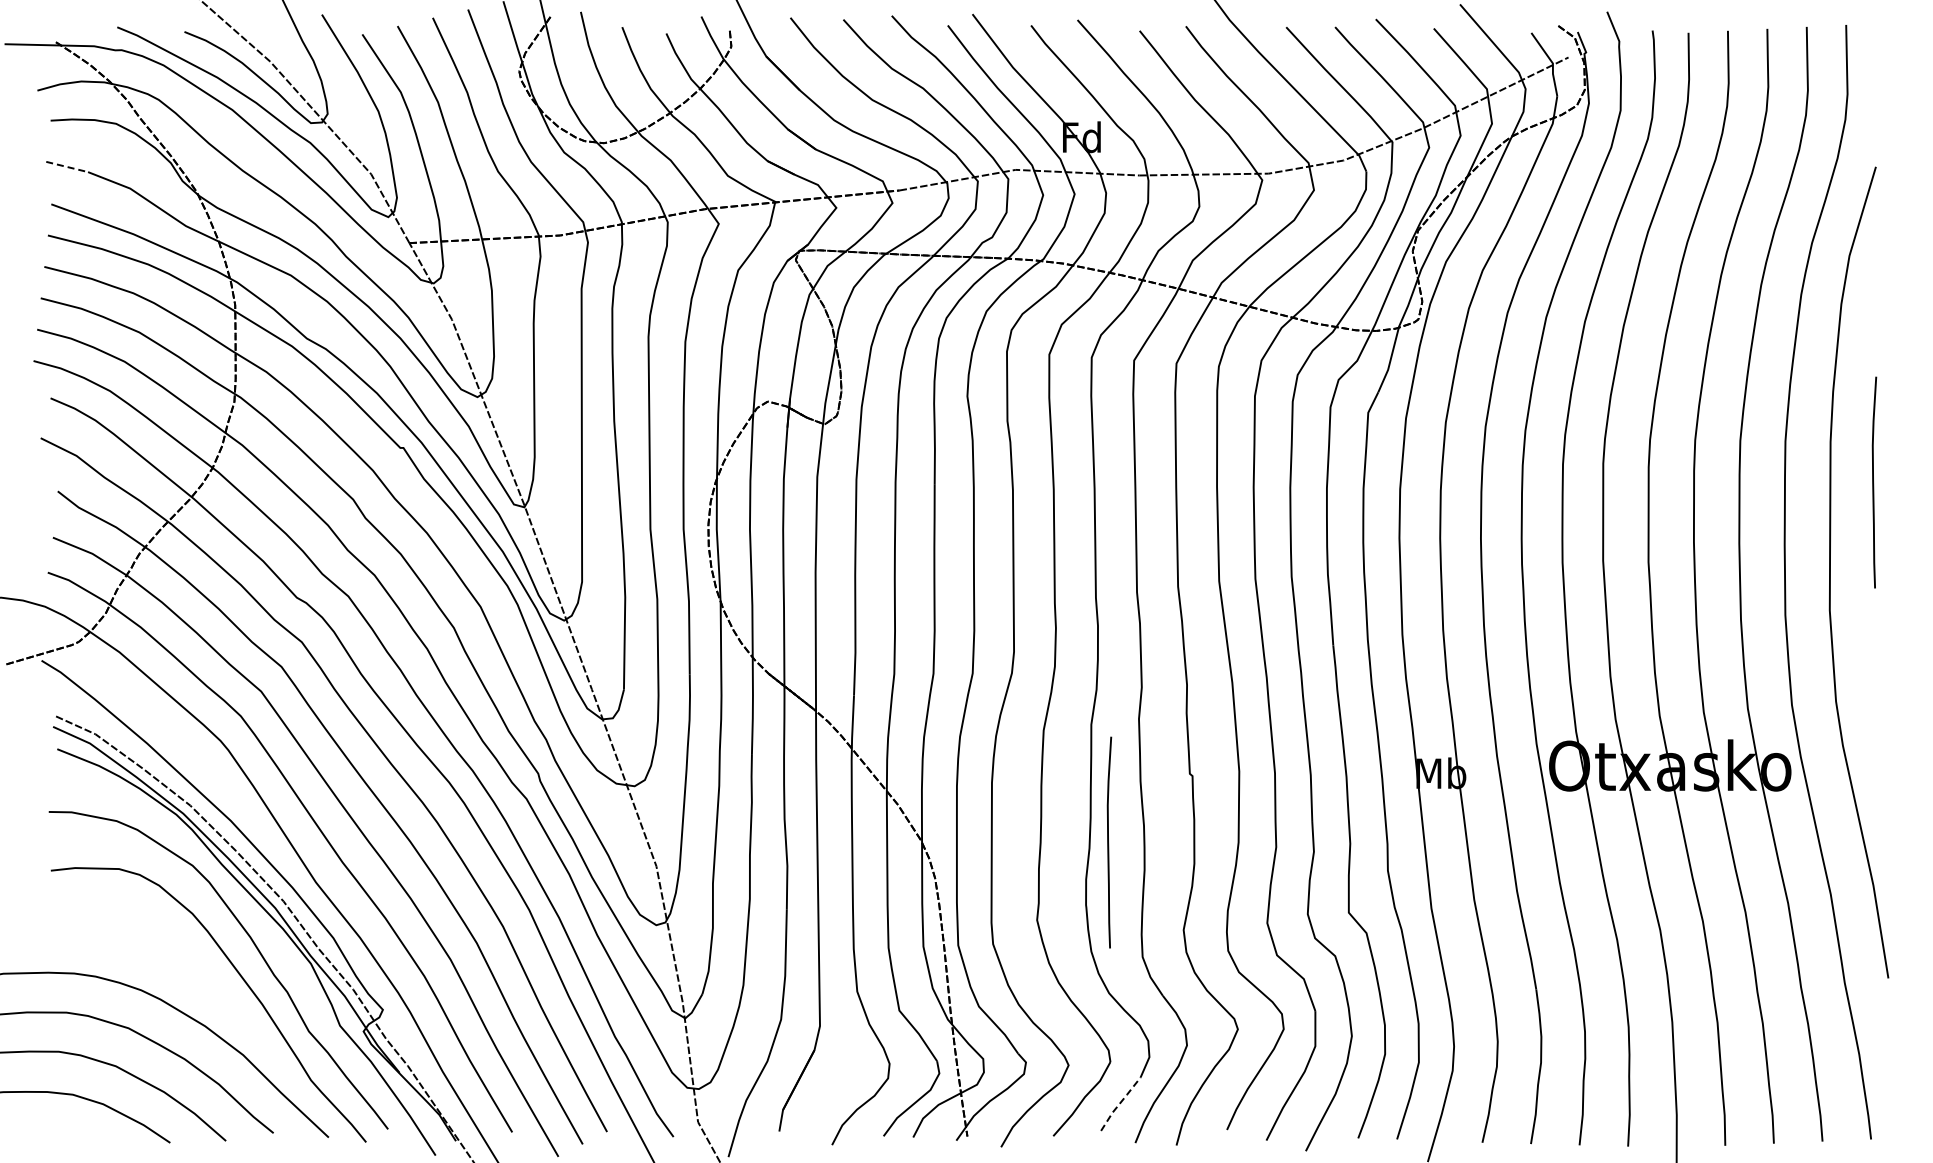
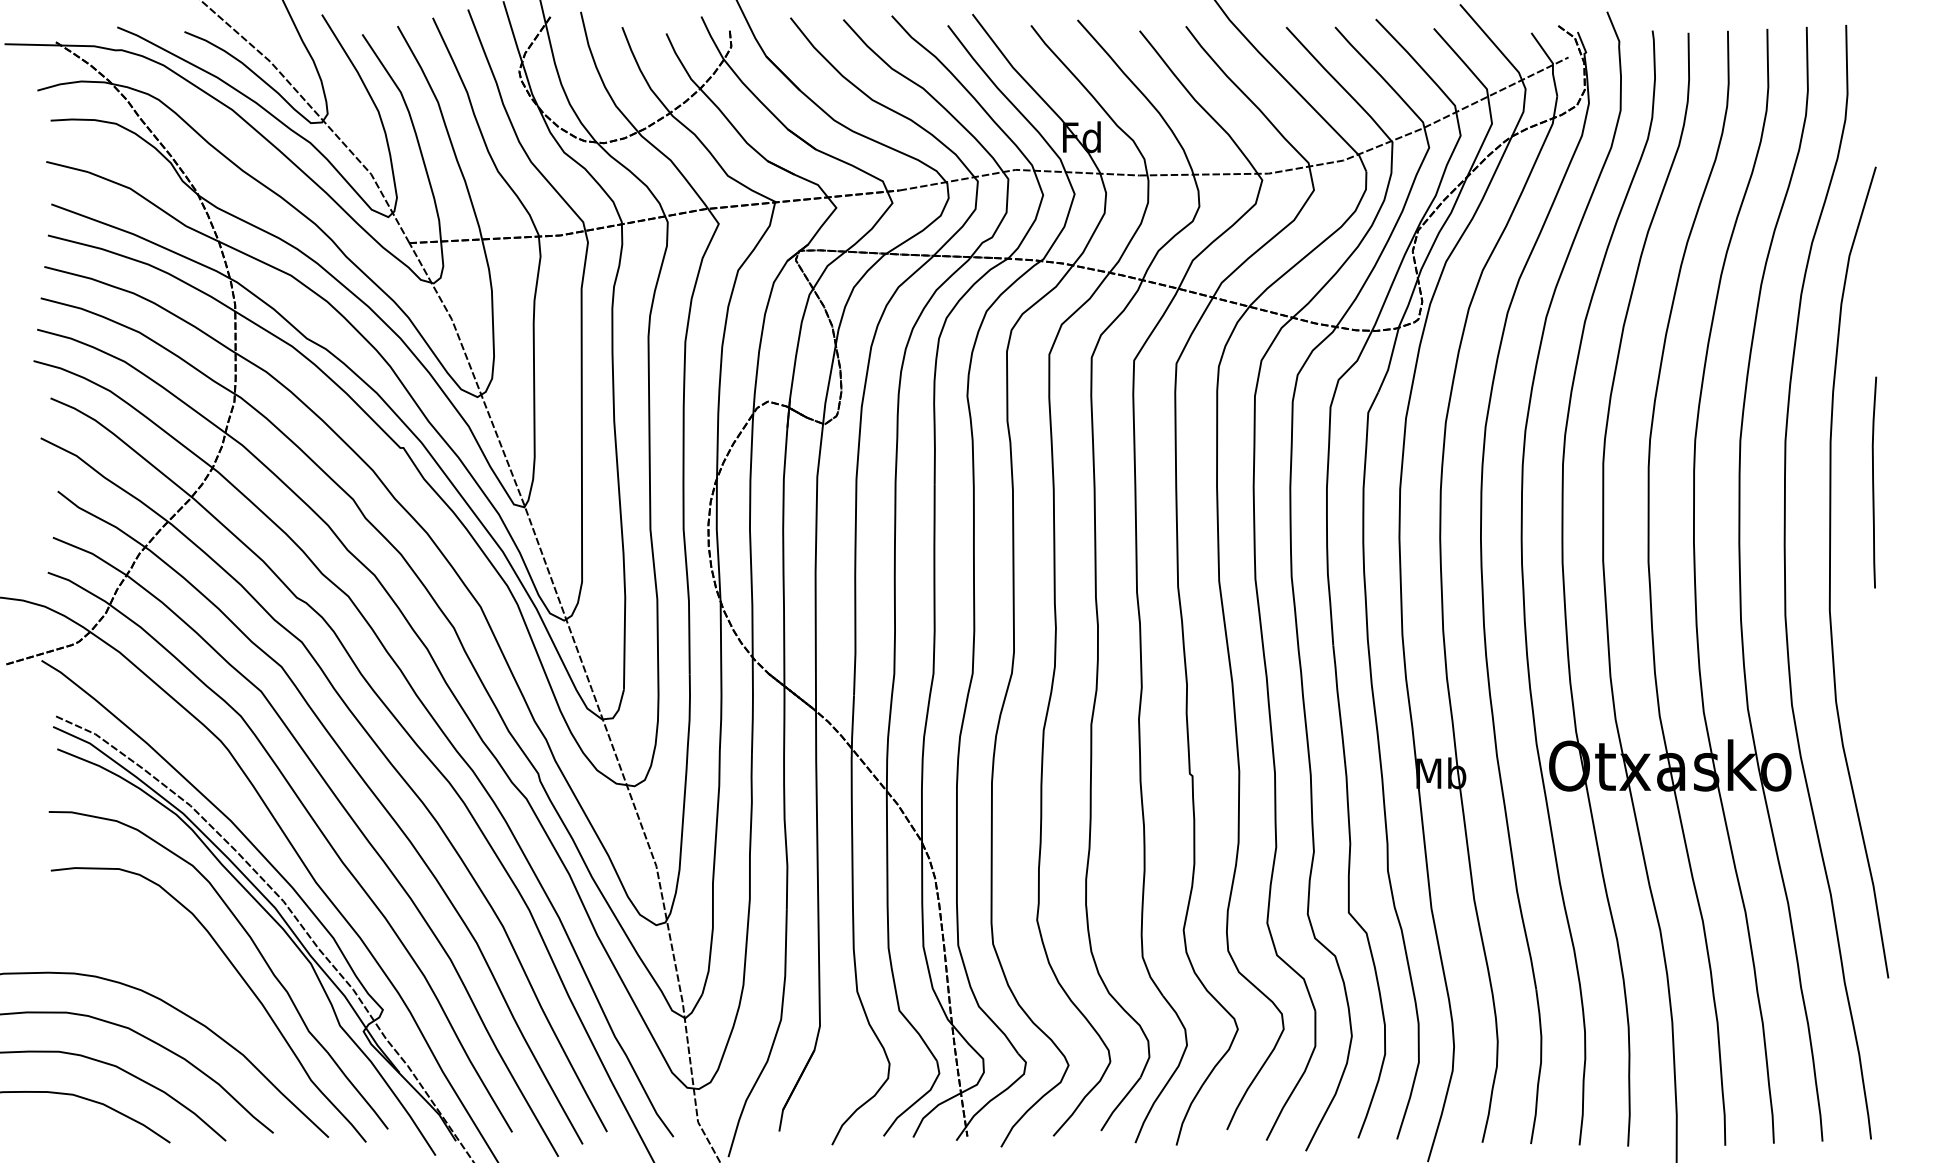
line at (67, 166): dashed -> solid
curve at (1108, 842): present -> none
line at (1120, 1103): dashed -> solid
